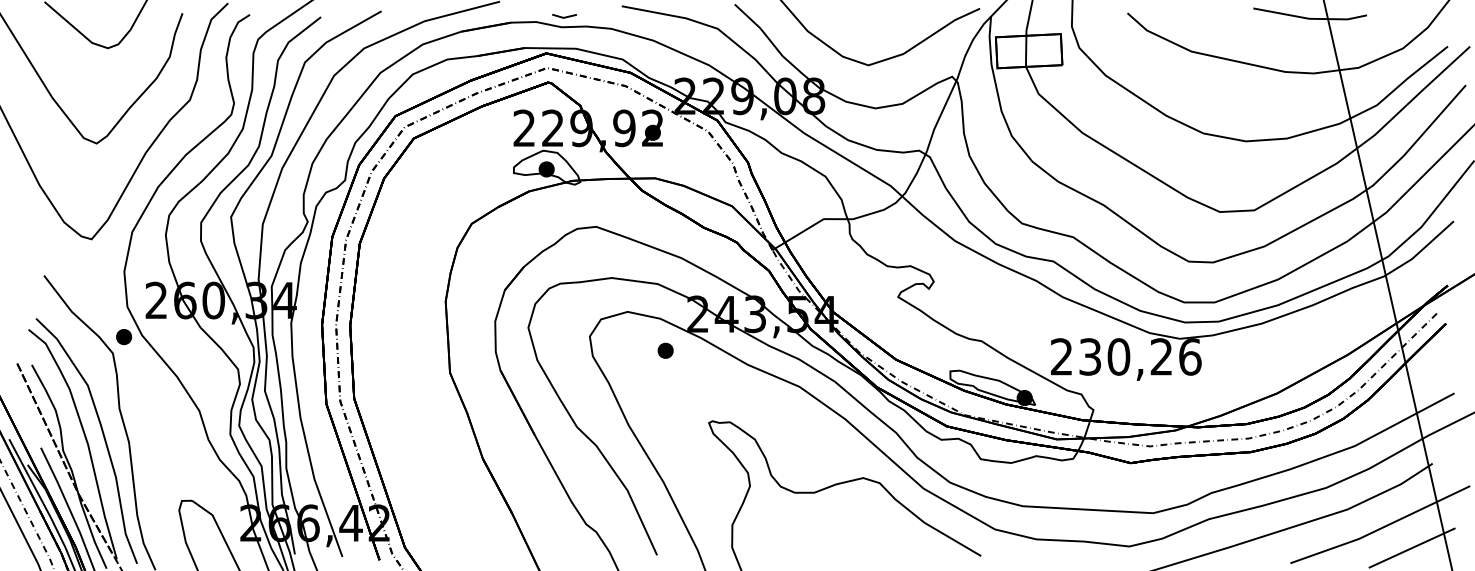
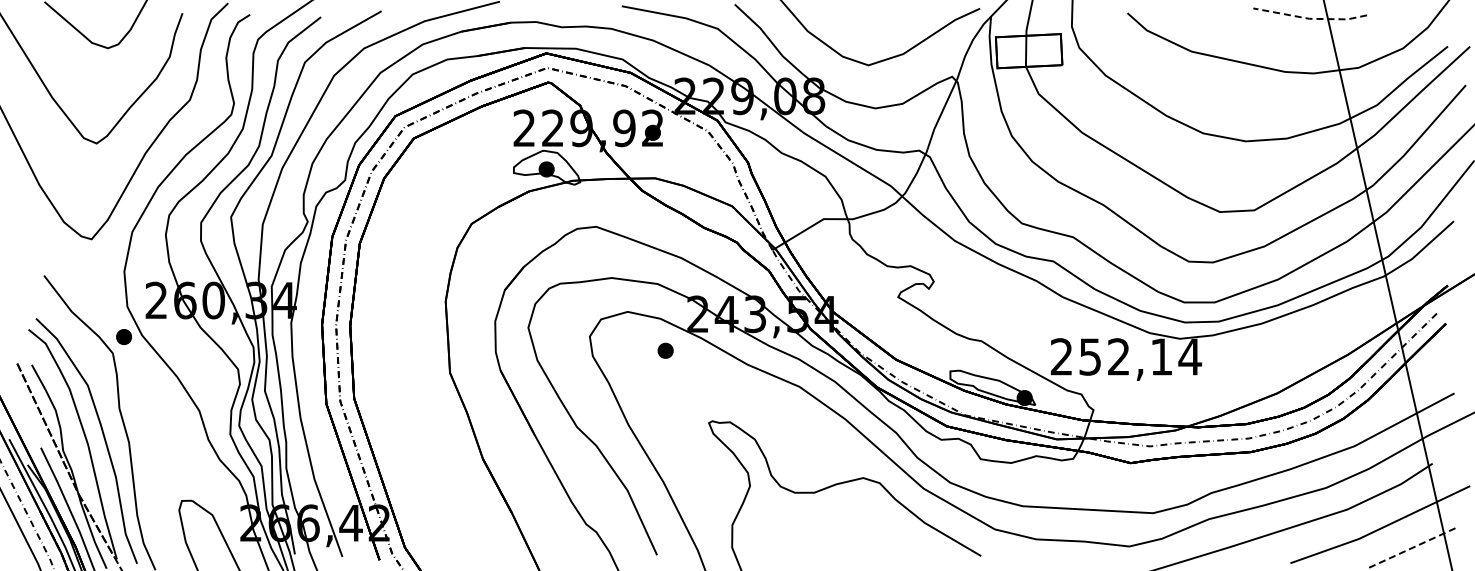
line at (564, 16): present -> none
line at (1310, 18): solid -> dashed
text at (1141, 356): 230,26 -> 252,14
line at (1412, 548): solid -> dashed
